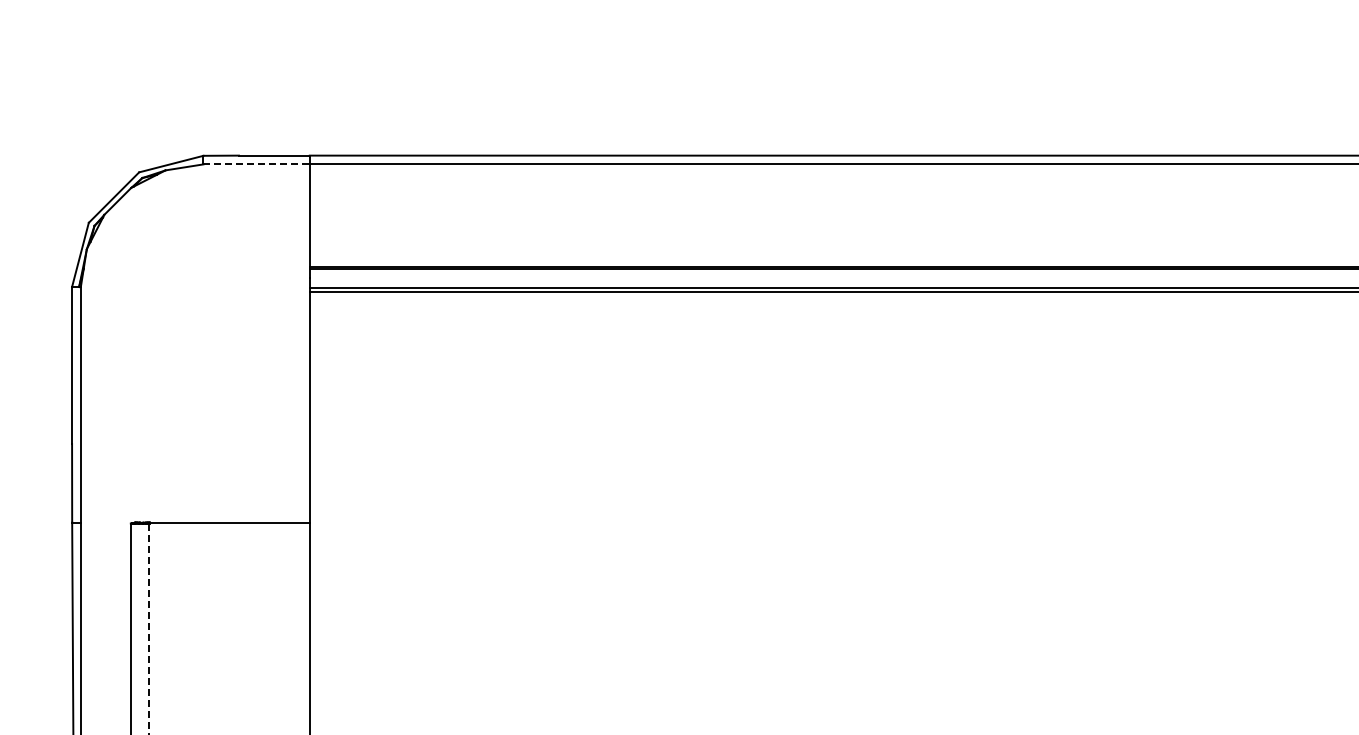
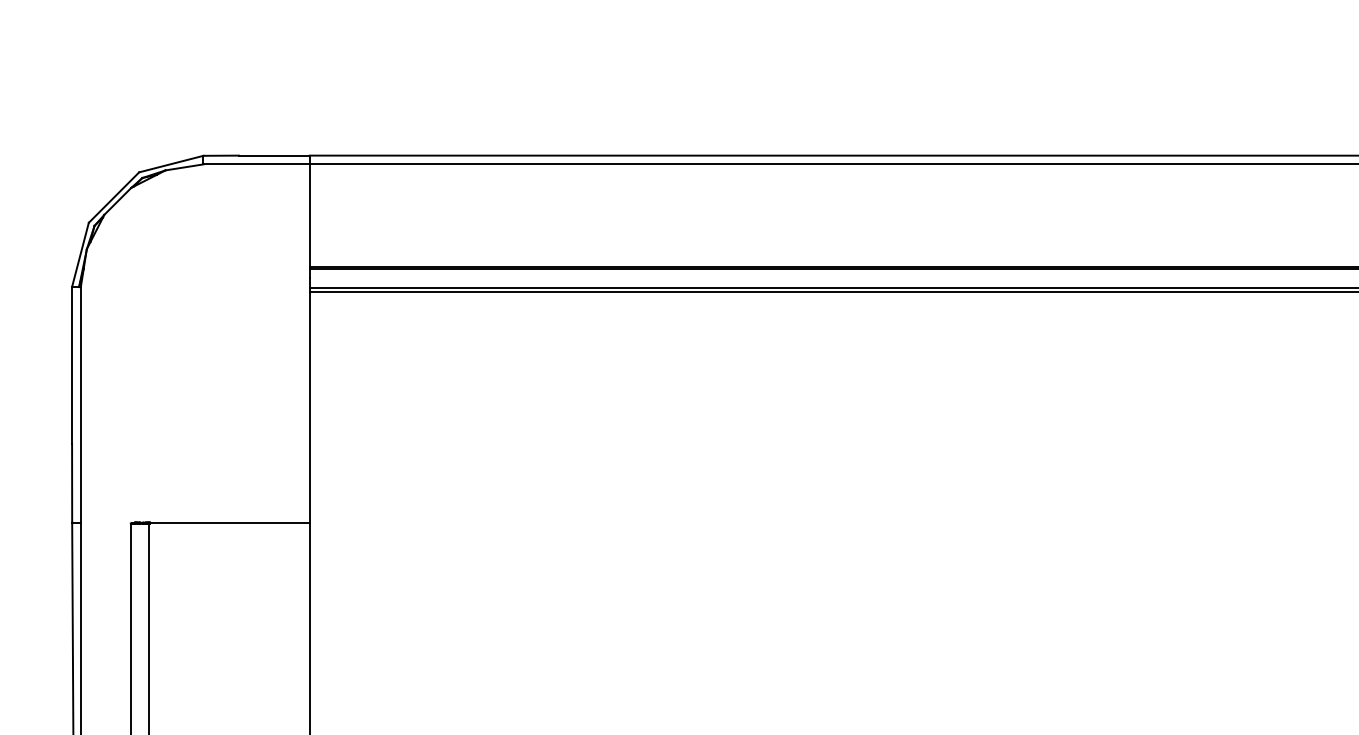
line at (257, 164): dashed -> solid
line at (149, 629): dashed -> solid
